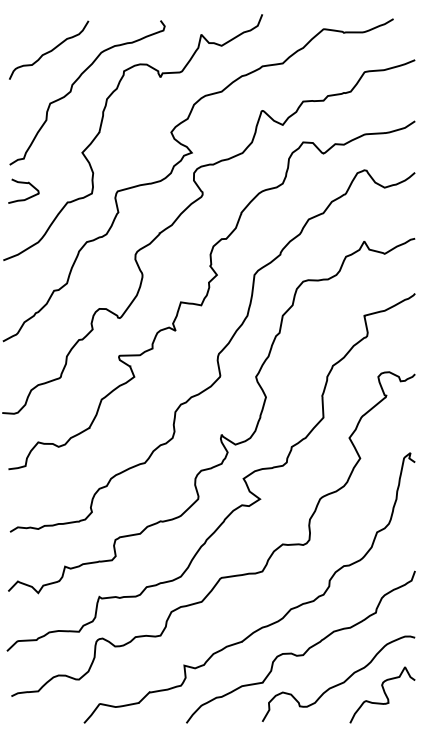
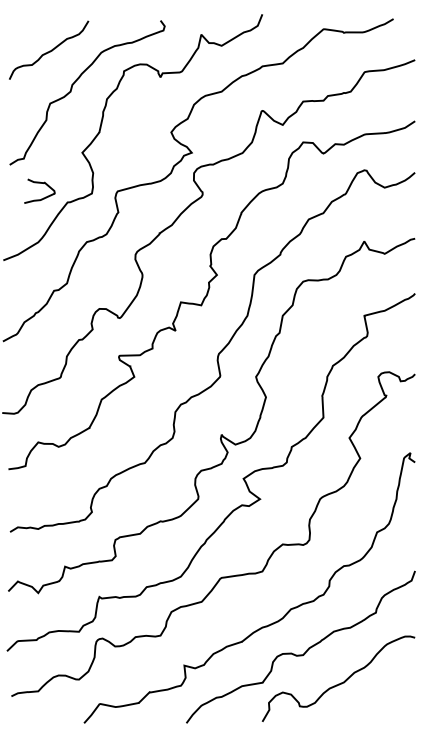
curve at (23, 183) position: (23, 183) -> (39, 183)
curve at (384, 694): present -> none
